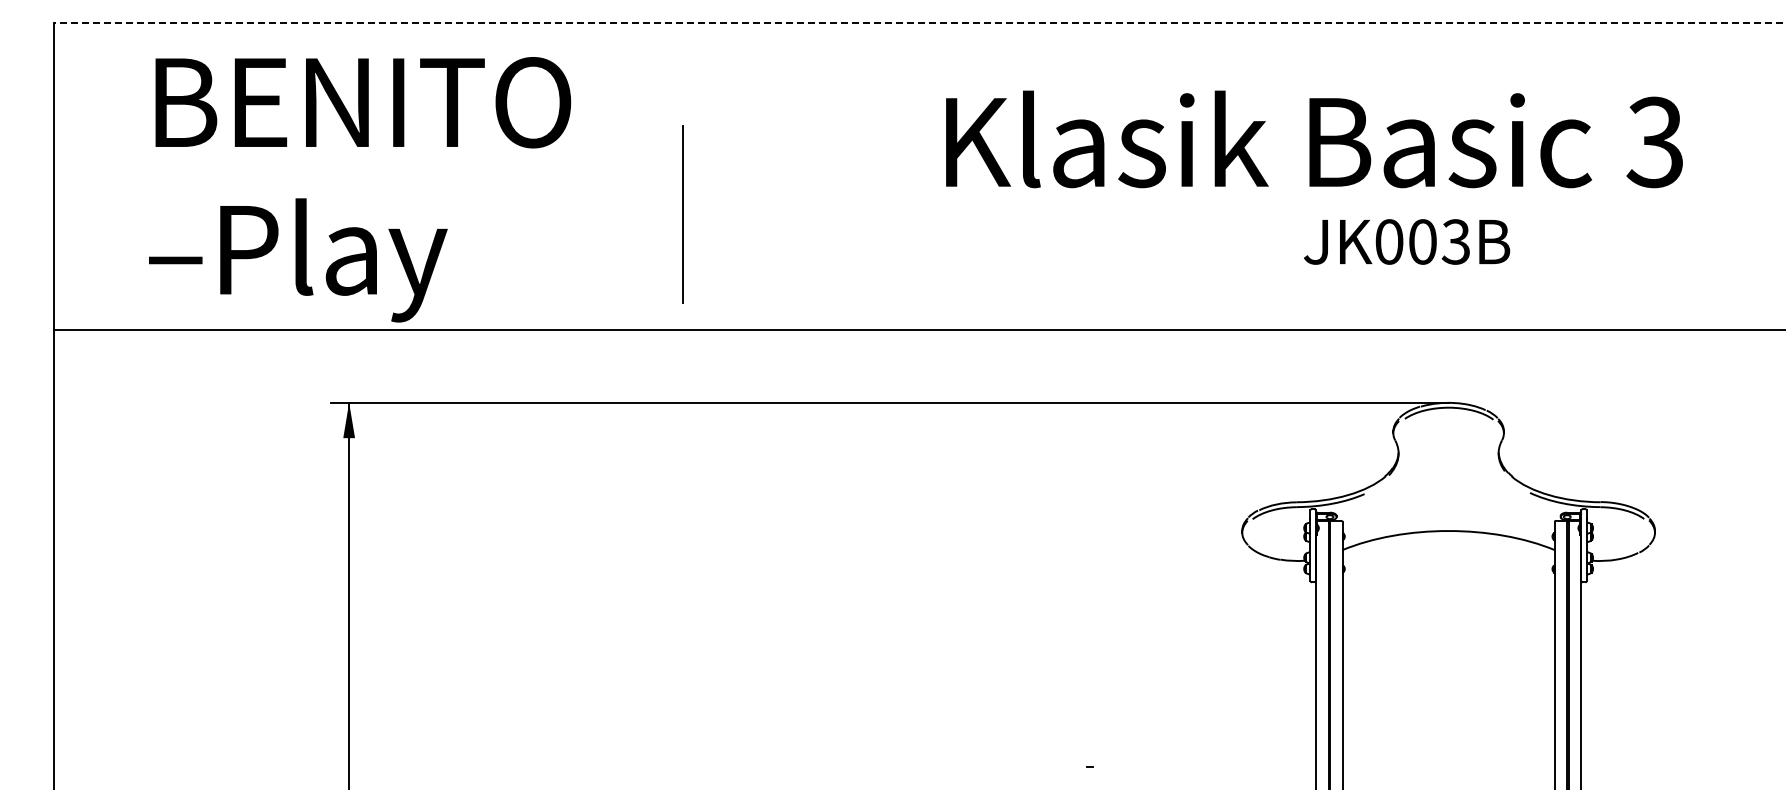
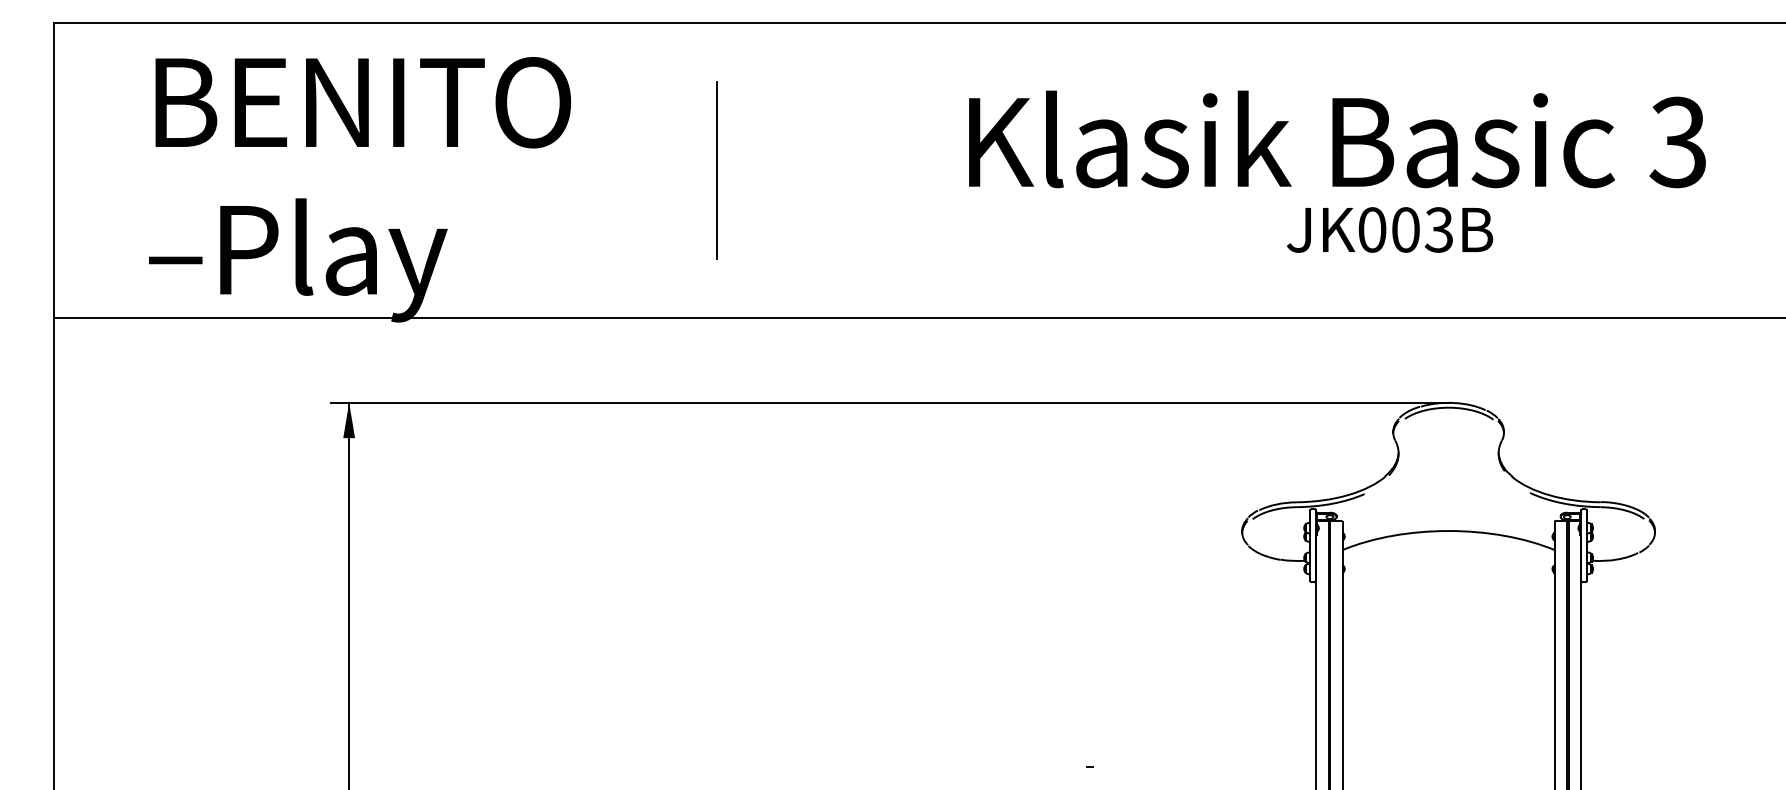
line at (919, 23): dashed -> solid
text at (1314, 139) position: (1314, 139) -> (1337, 139)
line at (682, 214) position: (682, 214) -> (716, 170)
text at (1407, 241) position: (1407, 241) -> (1390, 229)
line at (917, 330) position: (917, 330) -> (917, 318)
